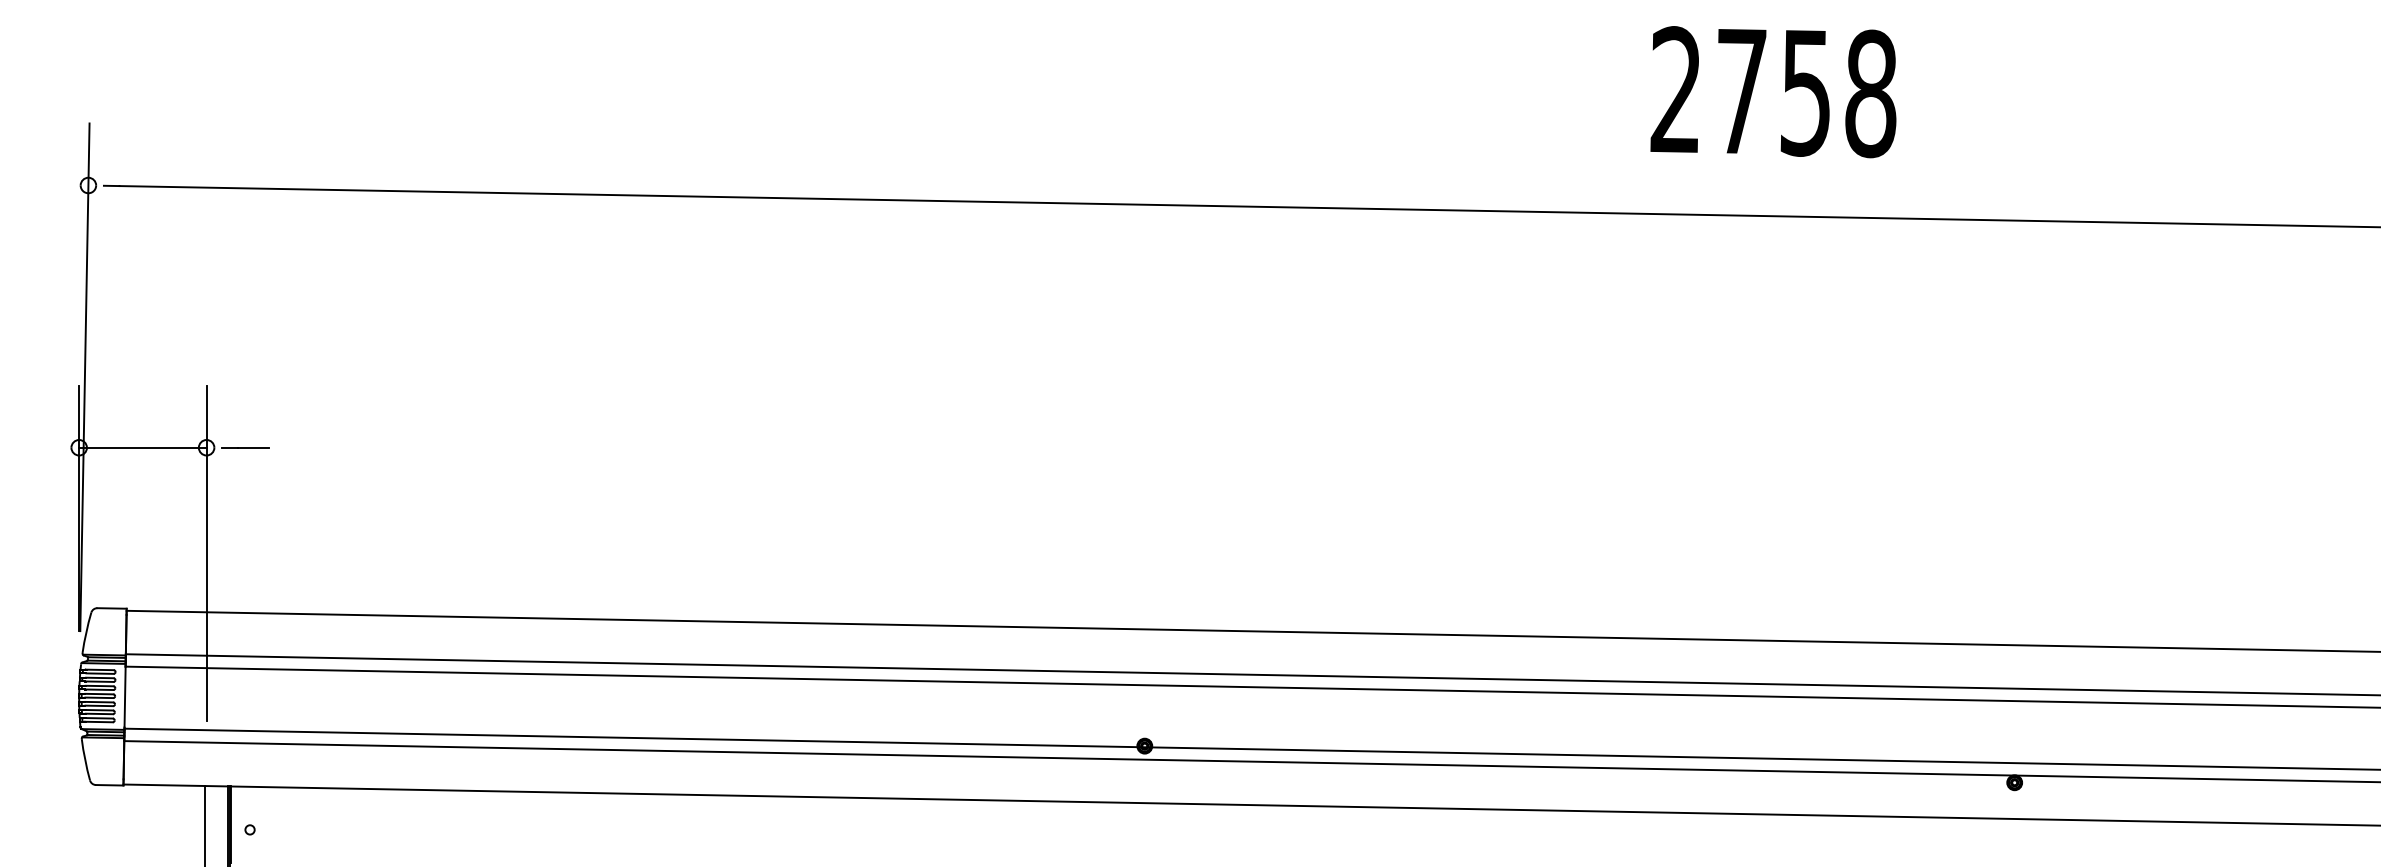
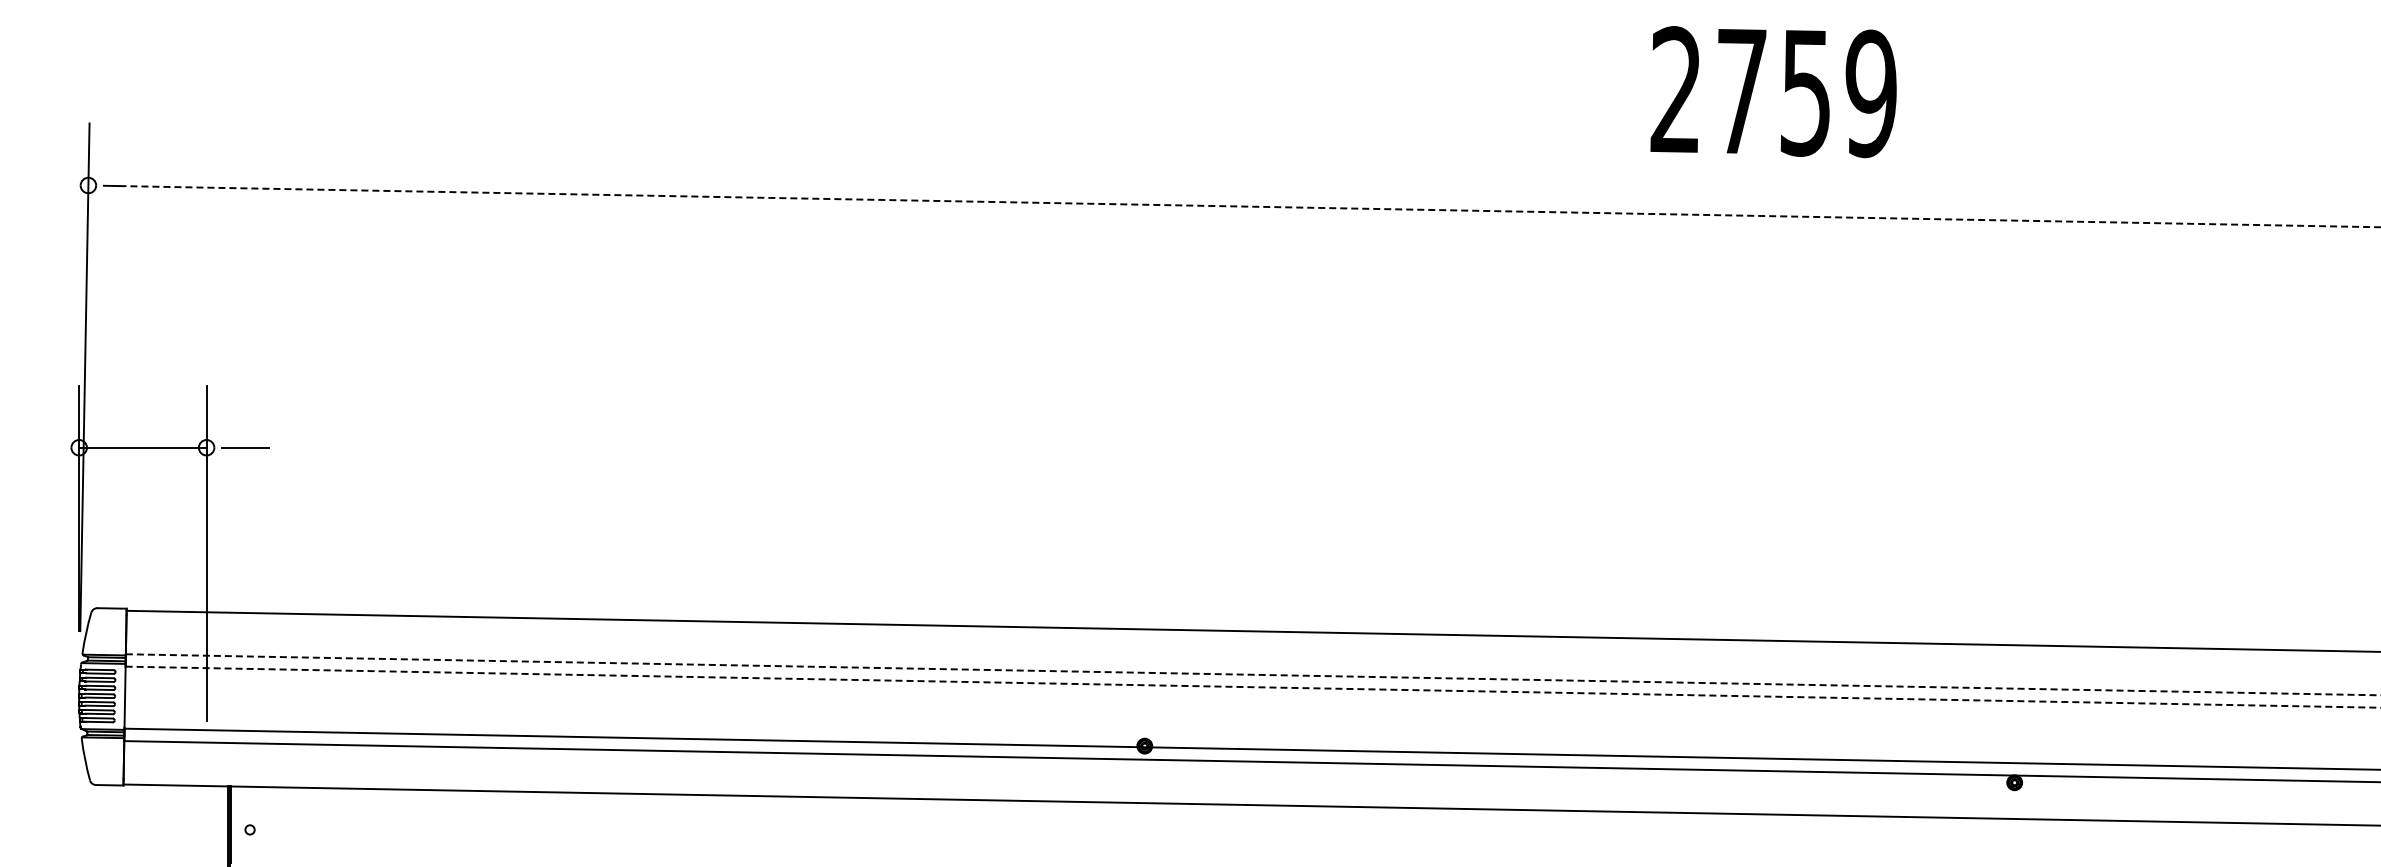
text at (1870, 93): 2758 -> 2759
line at (1250, 206): solid -> dashed
line at (1253, 674): solid -> dashed
line at (1253, 687): solid -> dashed
line at (205, 824): present -> none
